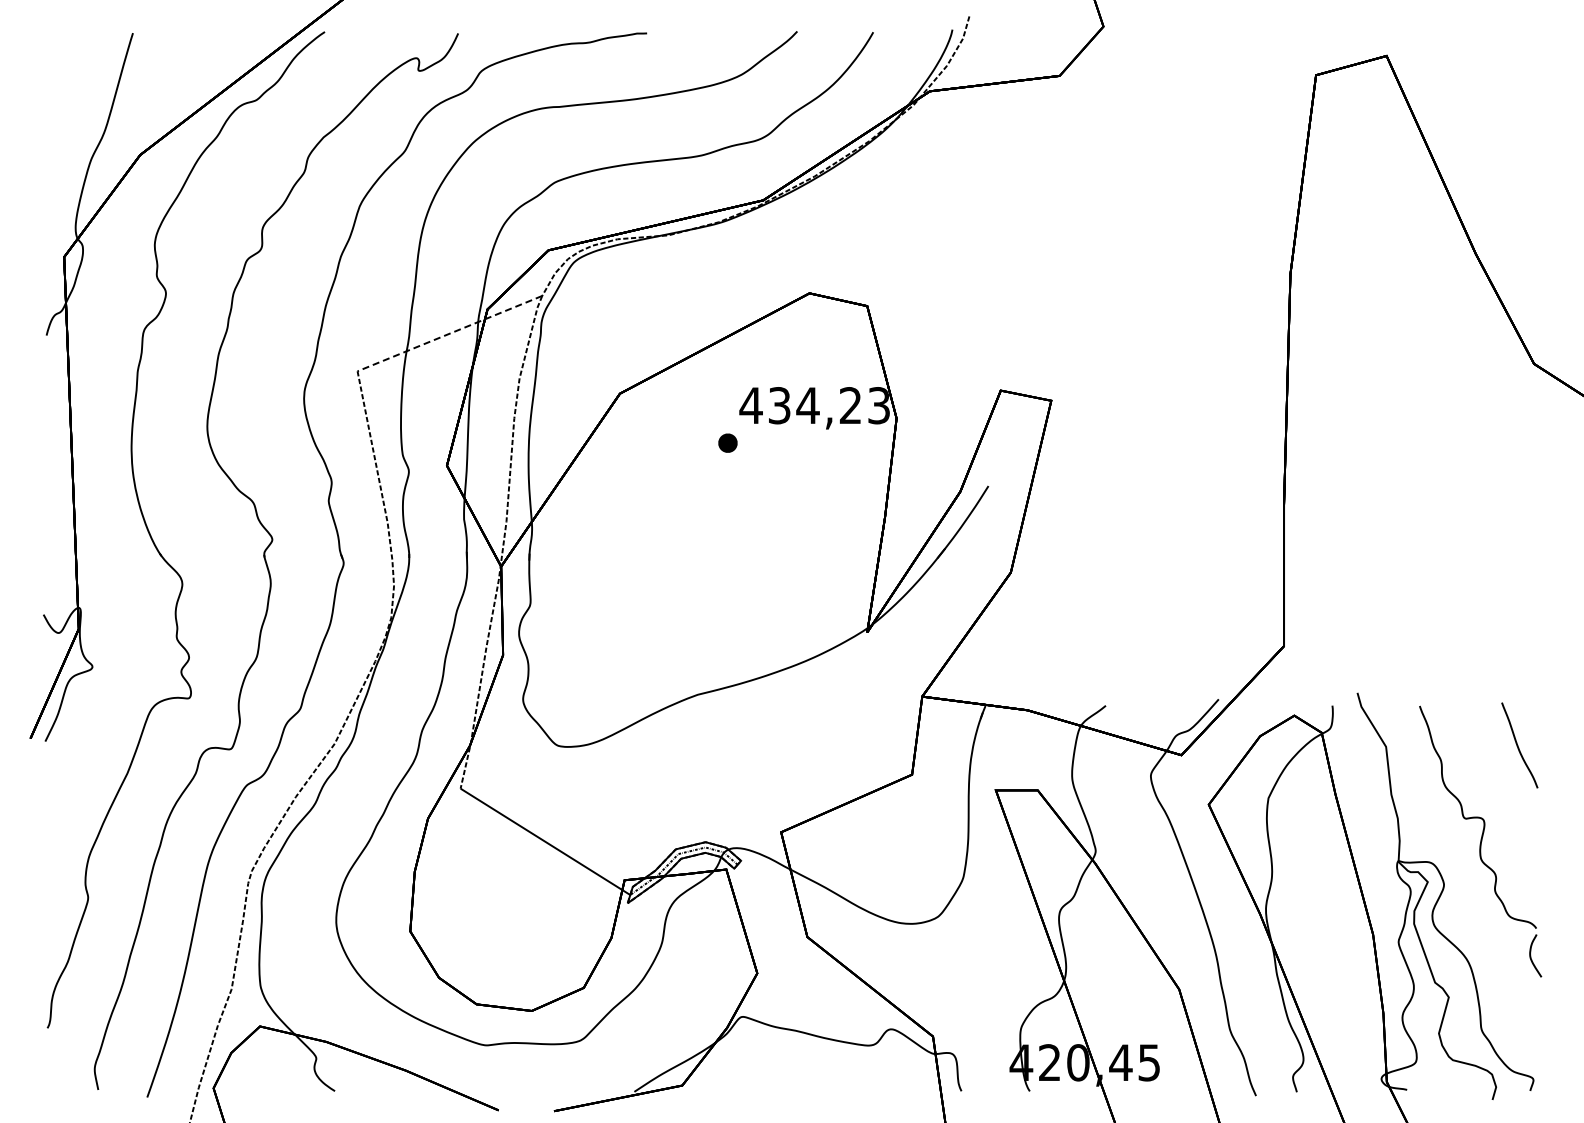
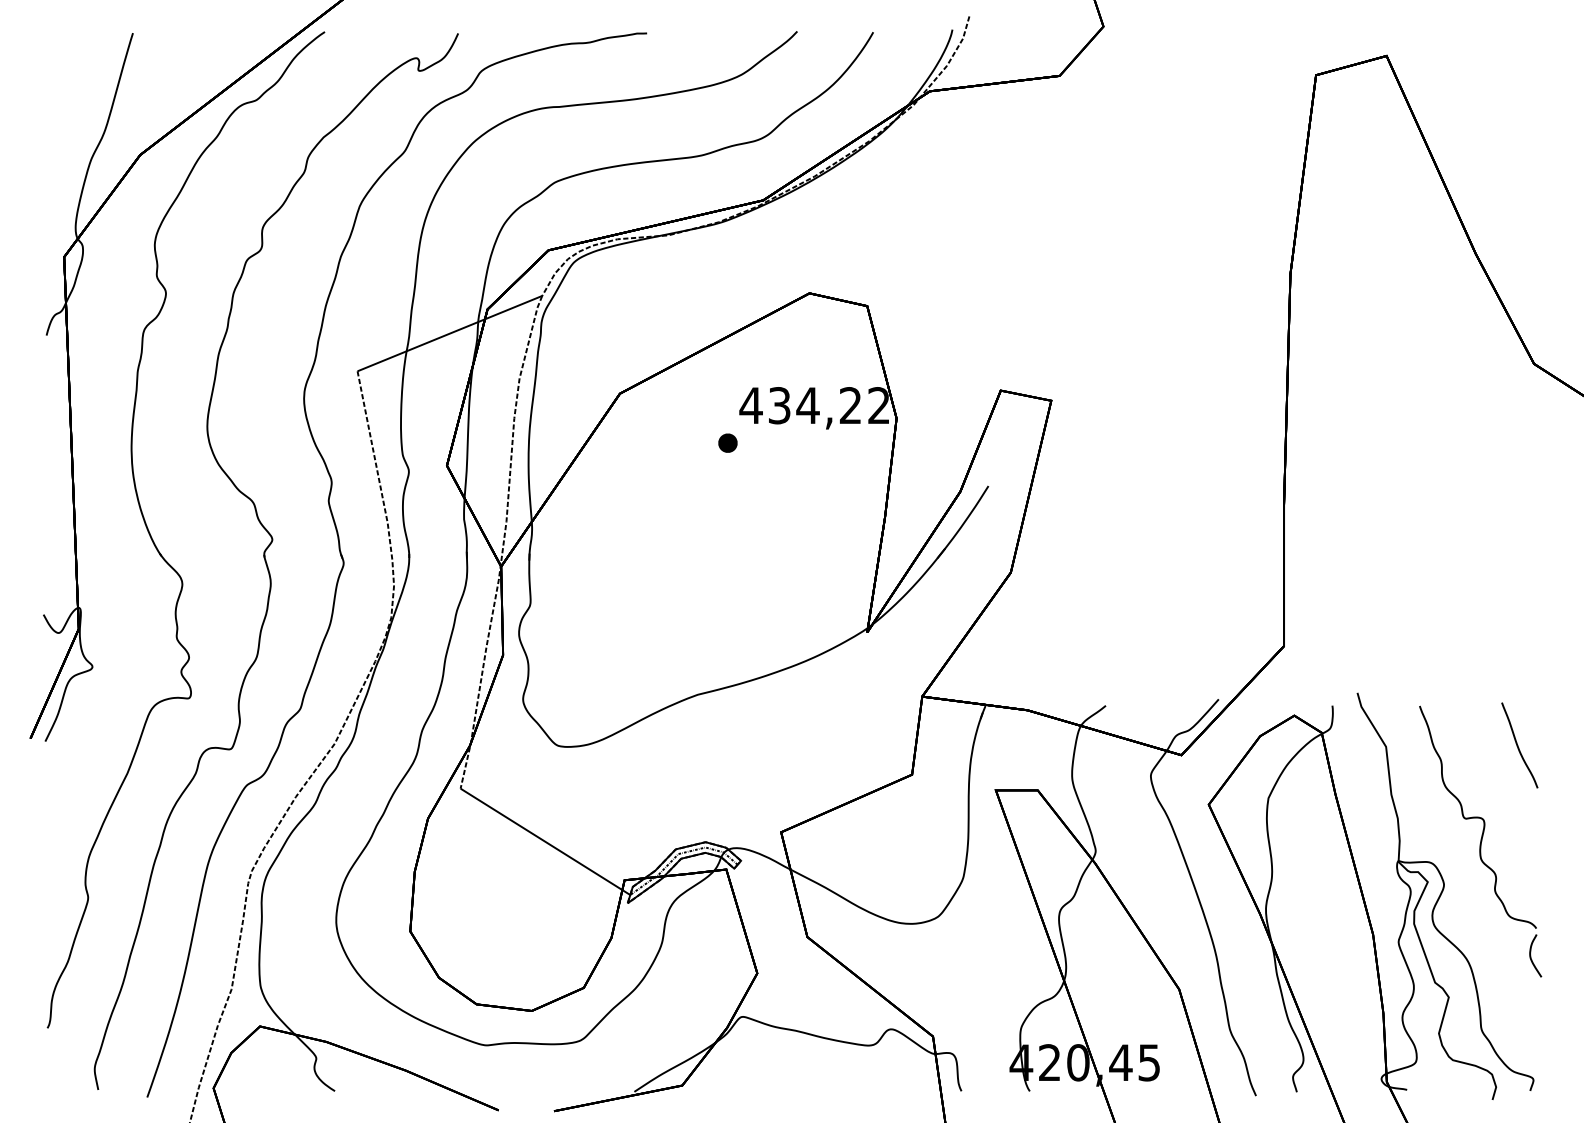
line at (449, 333): dashed -> solid
text at (878, 405): 434,23 -> 434,22
